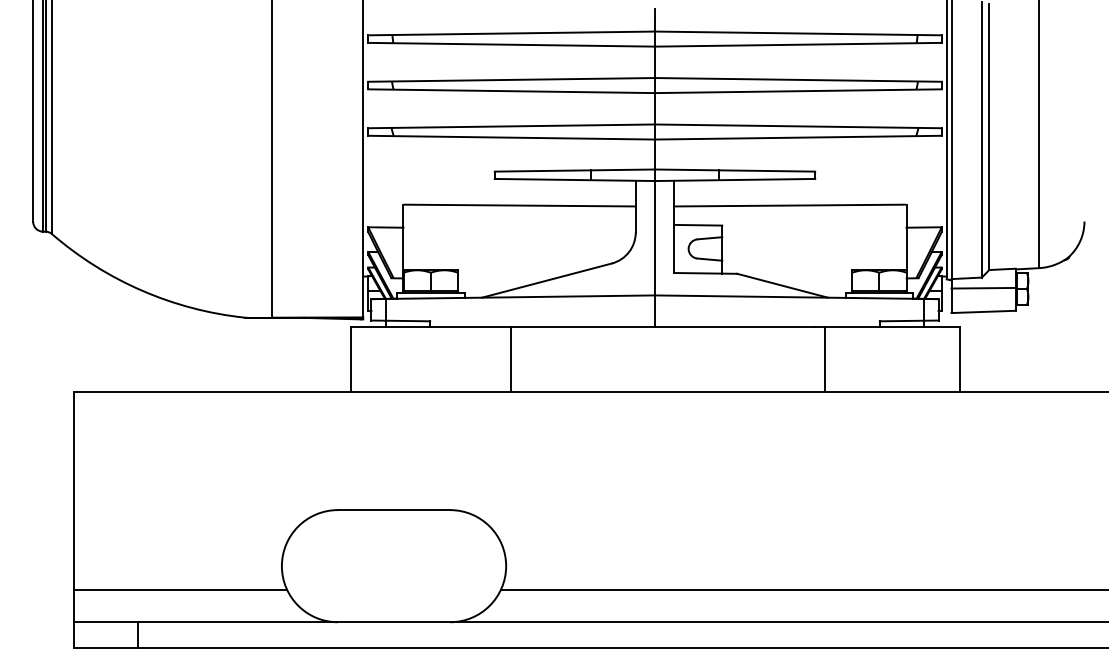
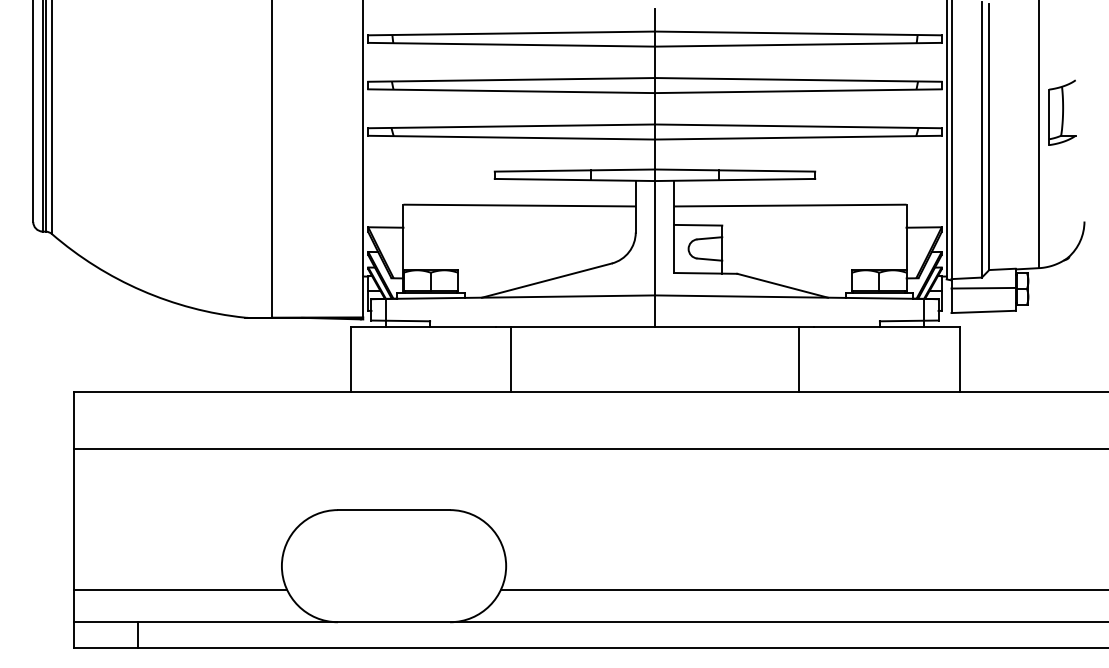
part at (1062, 112): none -> present
line at (825, 359) position: (825, 359) -> (799, 359)
line at (589, 449): none -> present
